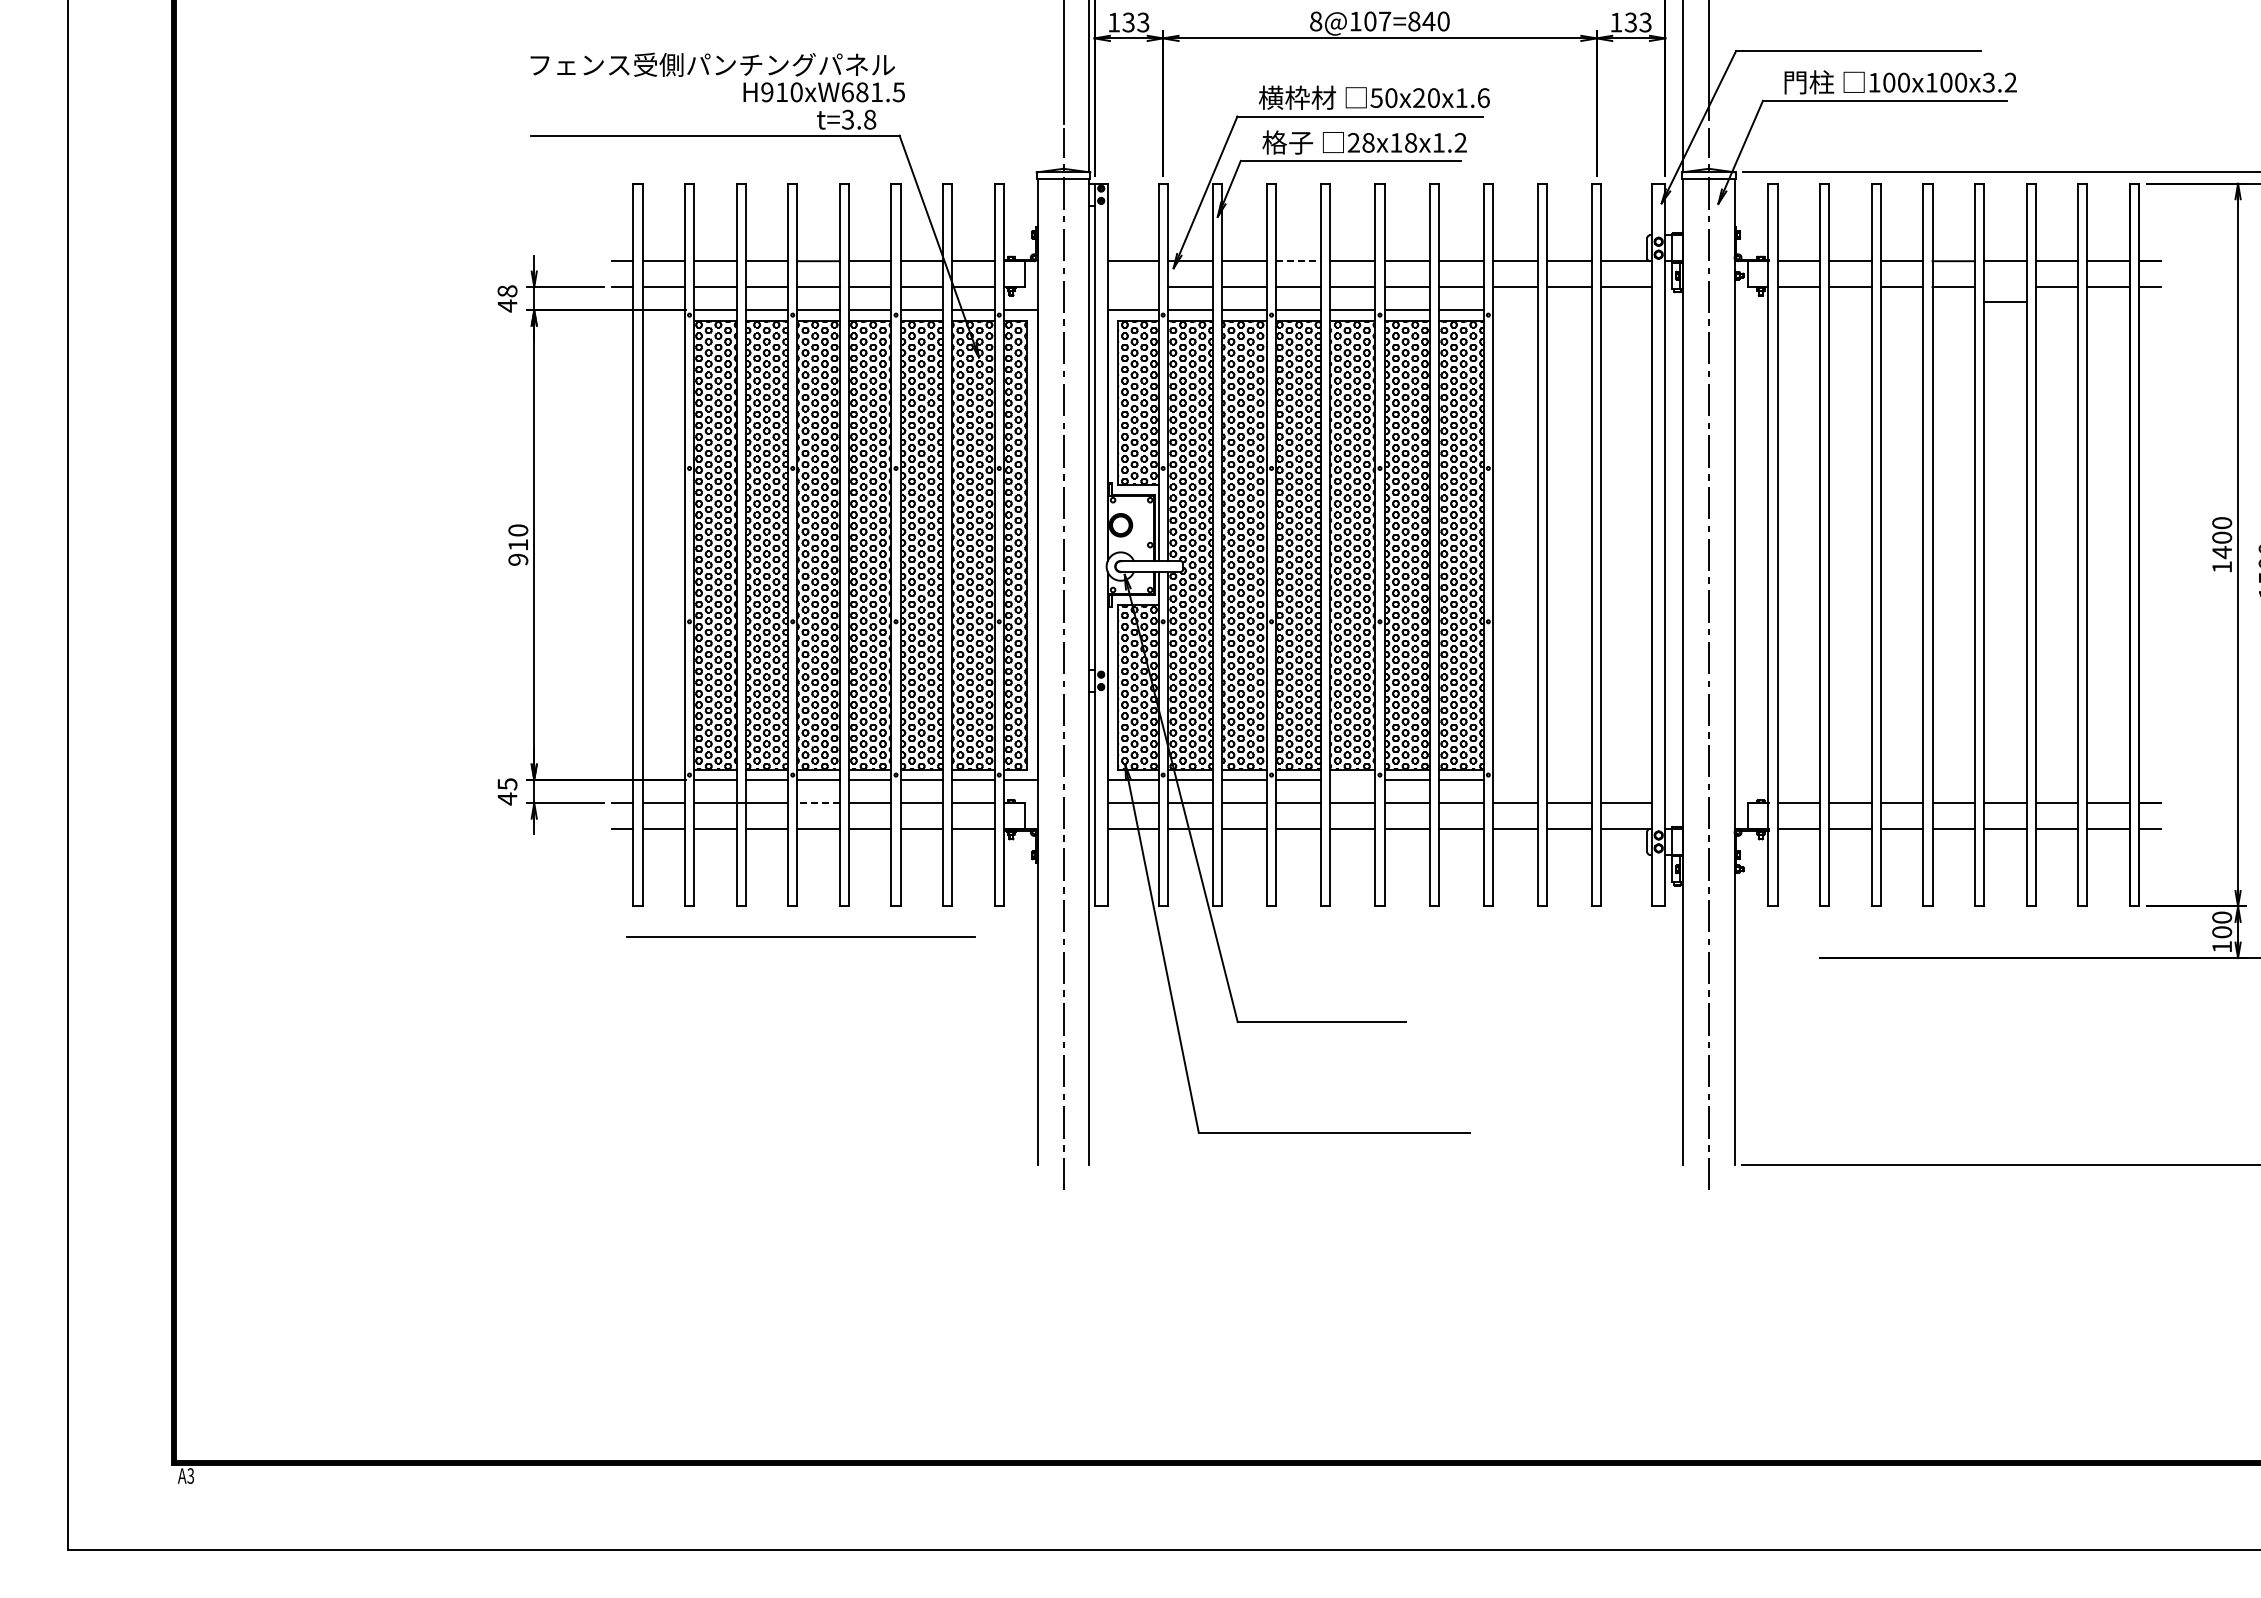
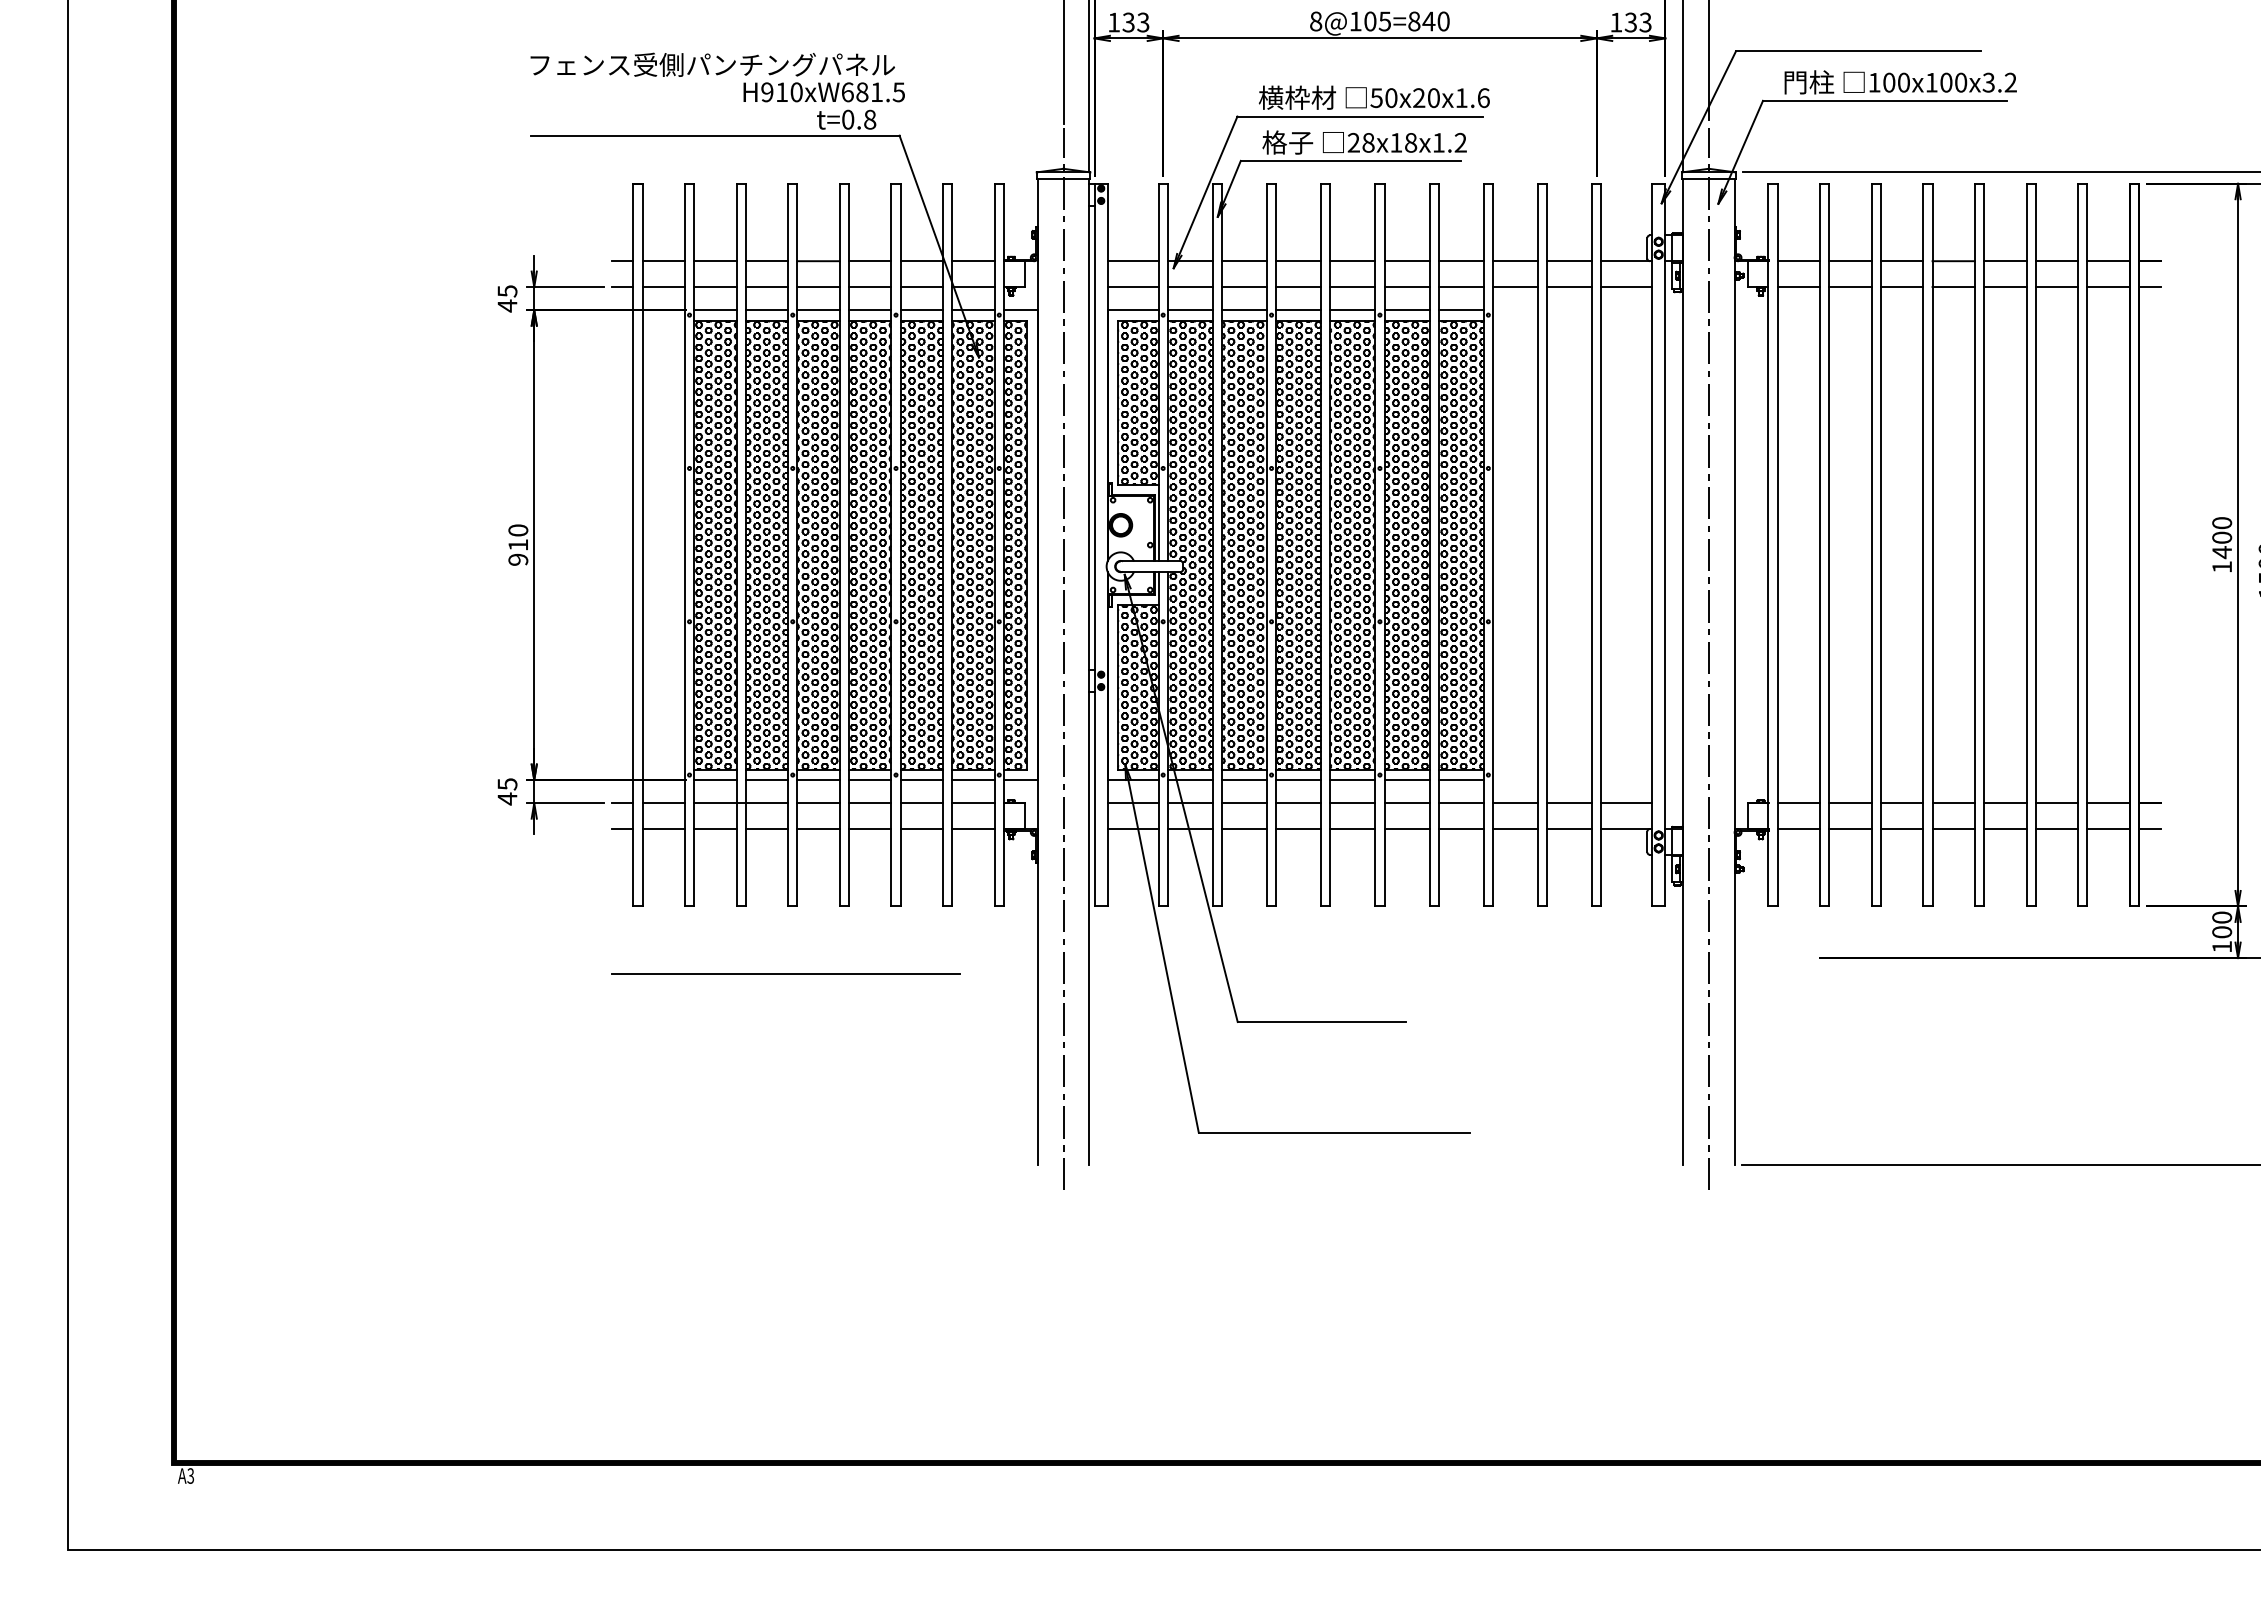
text at (1384, 21): 8@107=840 -> 8@105=840
text at (848, 119): t=3.8 -> t=0.8
line at (1299, 261): dashed -> solid
line at (1132, 287): none -> present
text at (507, 291): 48 -> 45
line at (2005, 302) position: (2005, 302) -> (2005, 287)
line at (1352, 779): none -> present
line at (818, 803): dashed -> solid
line at (800, 936) position: (800, 936) -> (785, 973)
